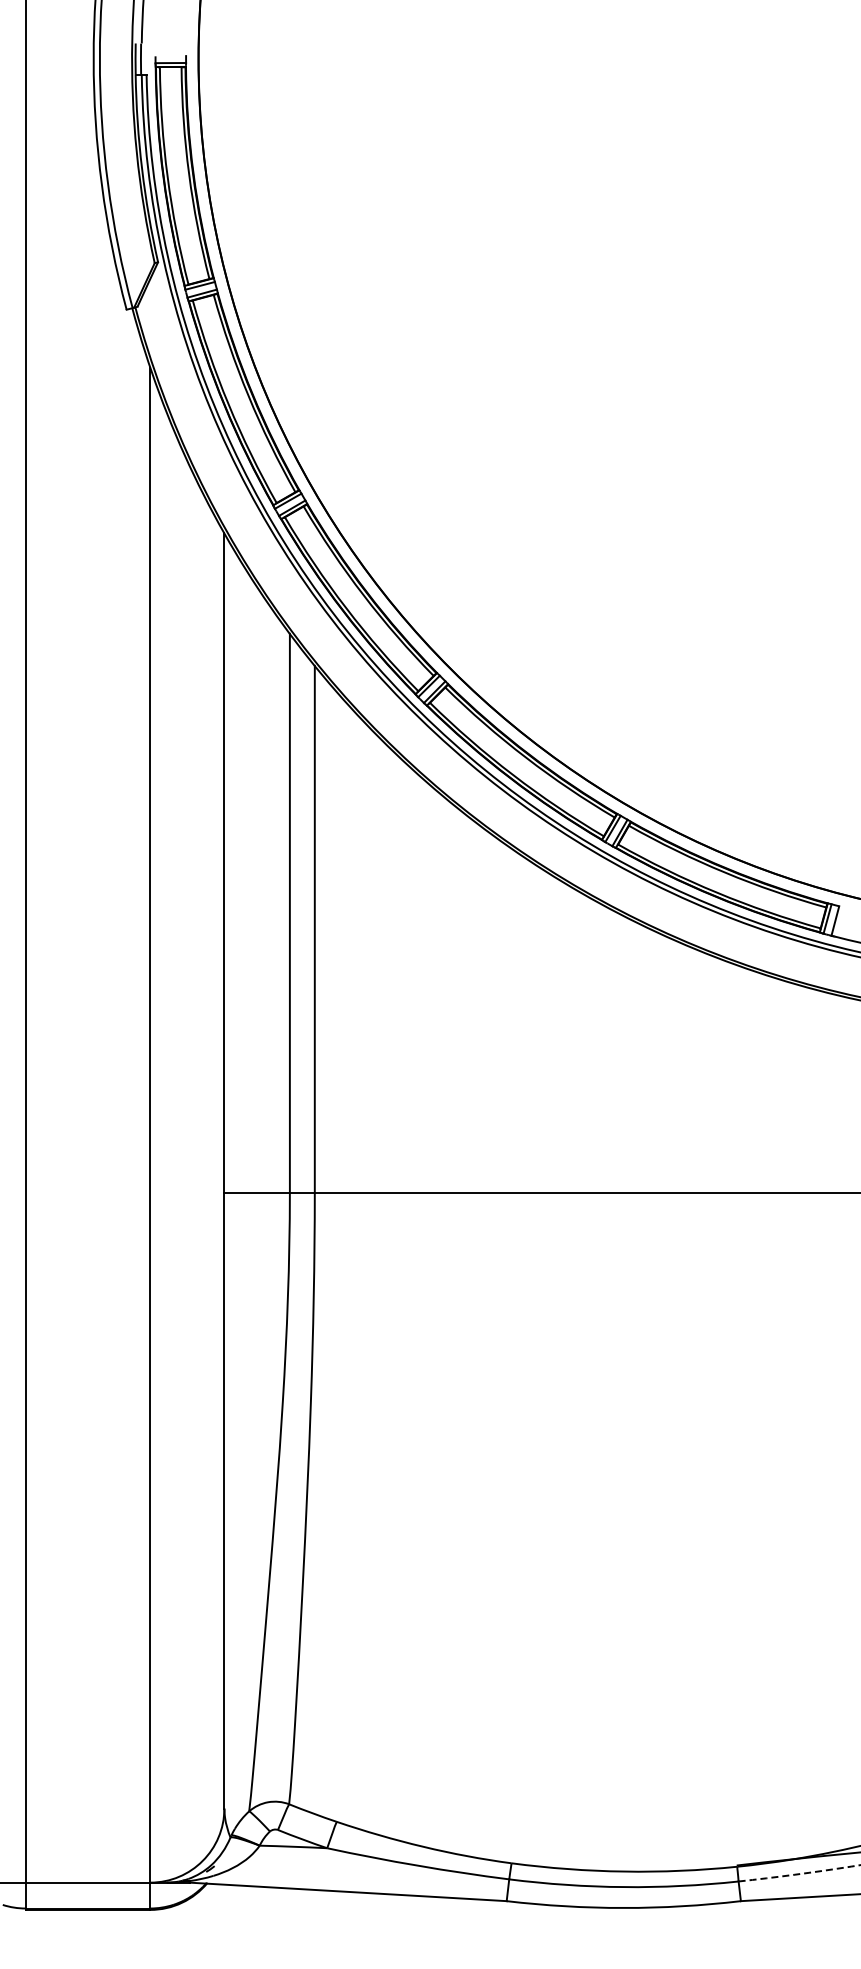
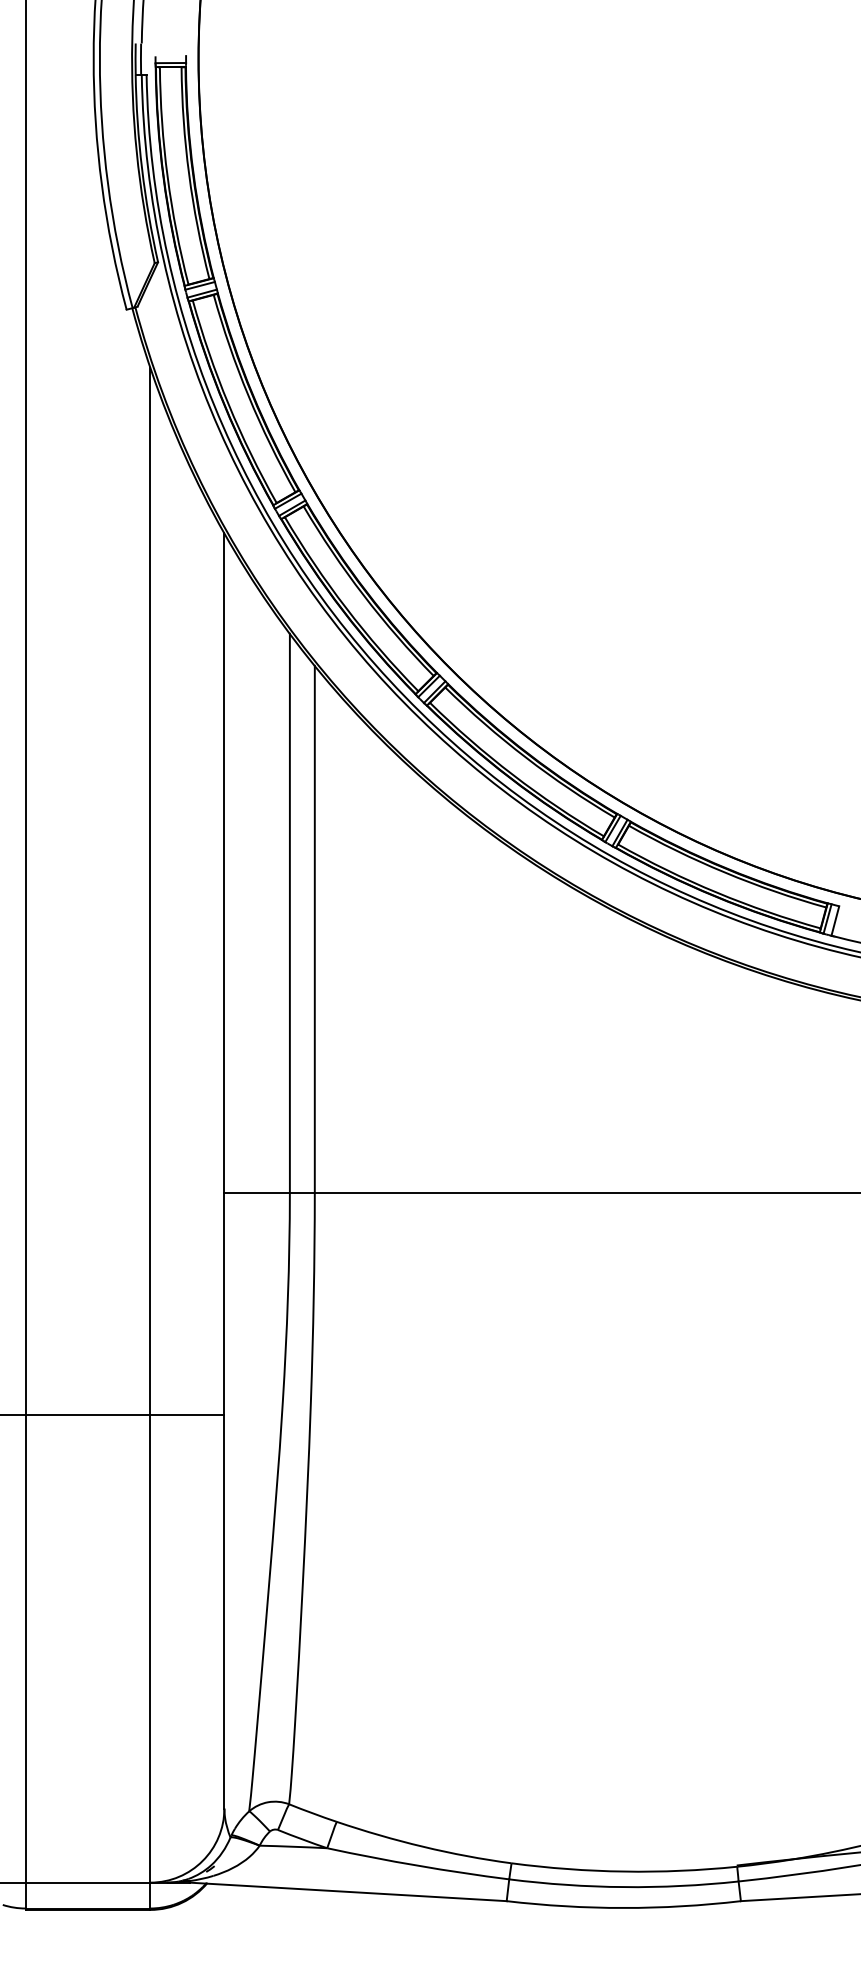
line at (113, 1415): none -> present
arc at (799, 1874): dashed -> solid
